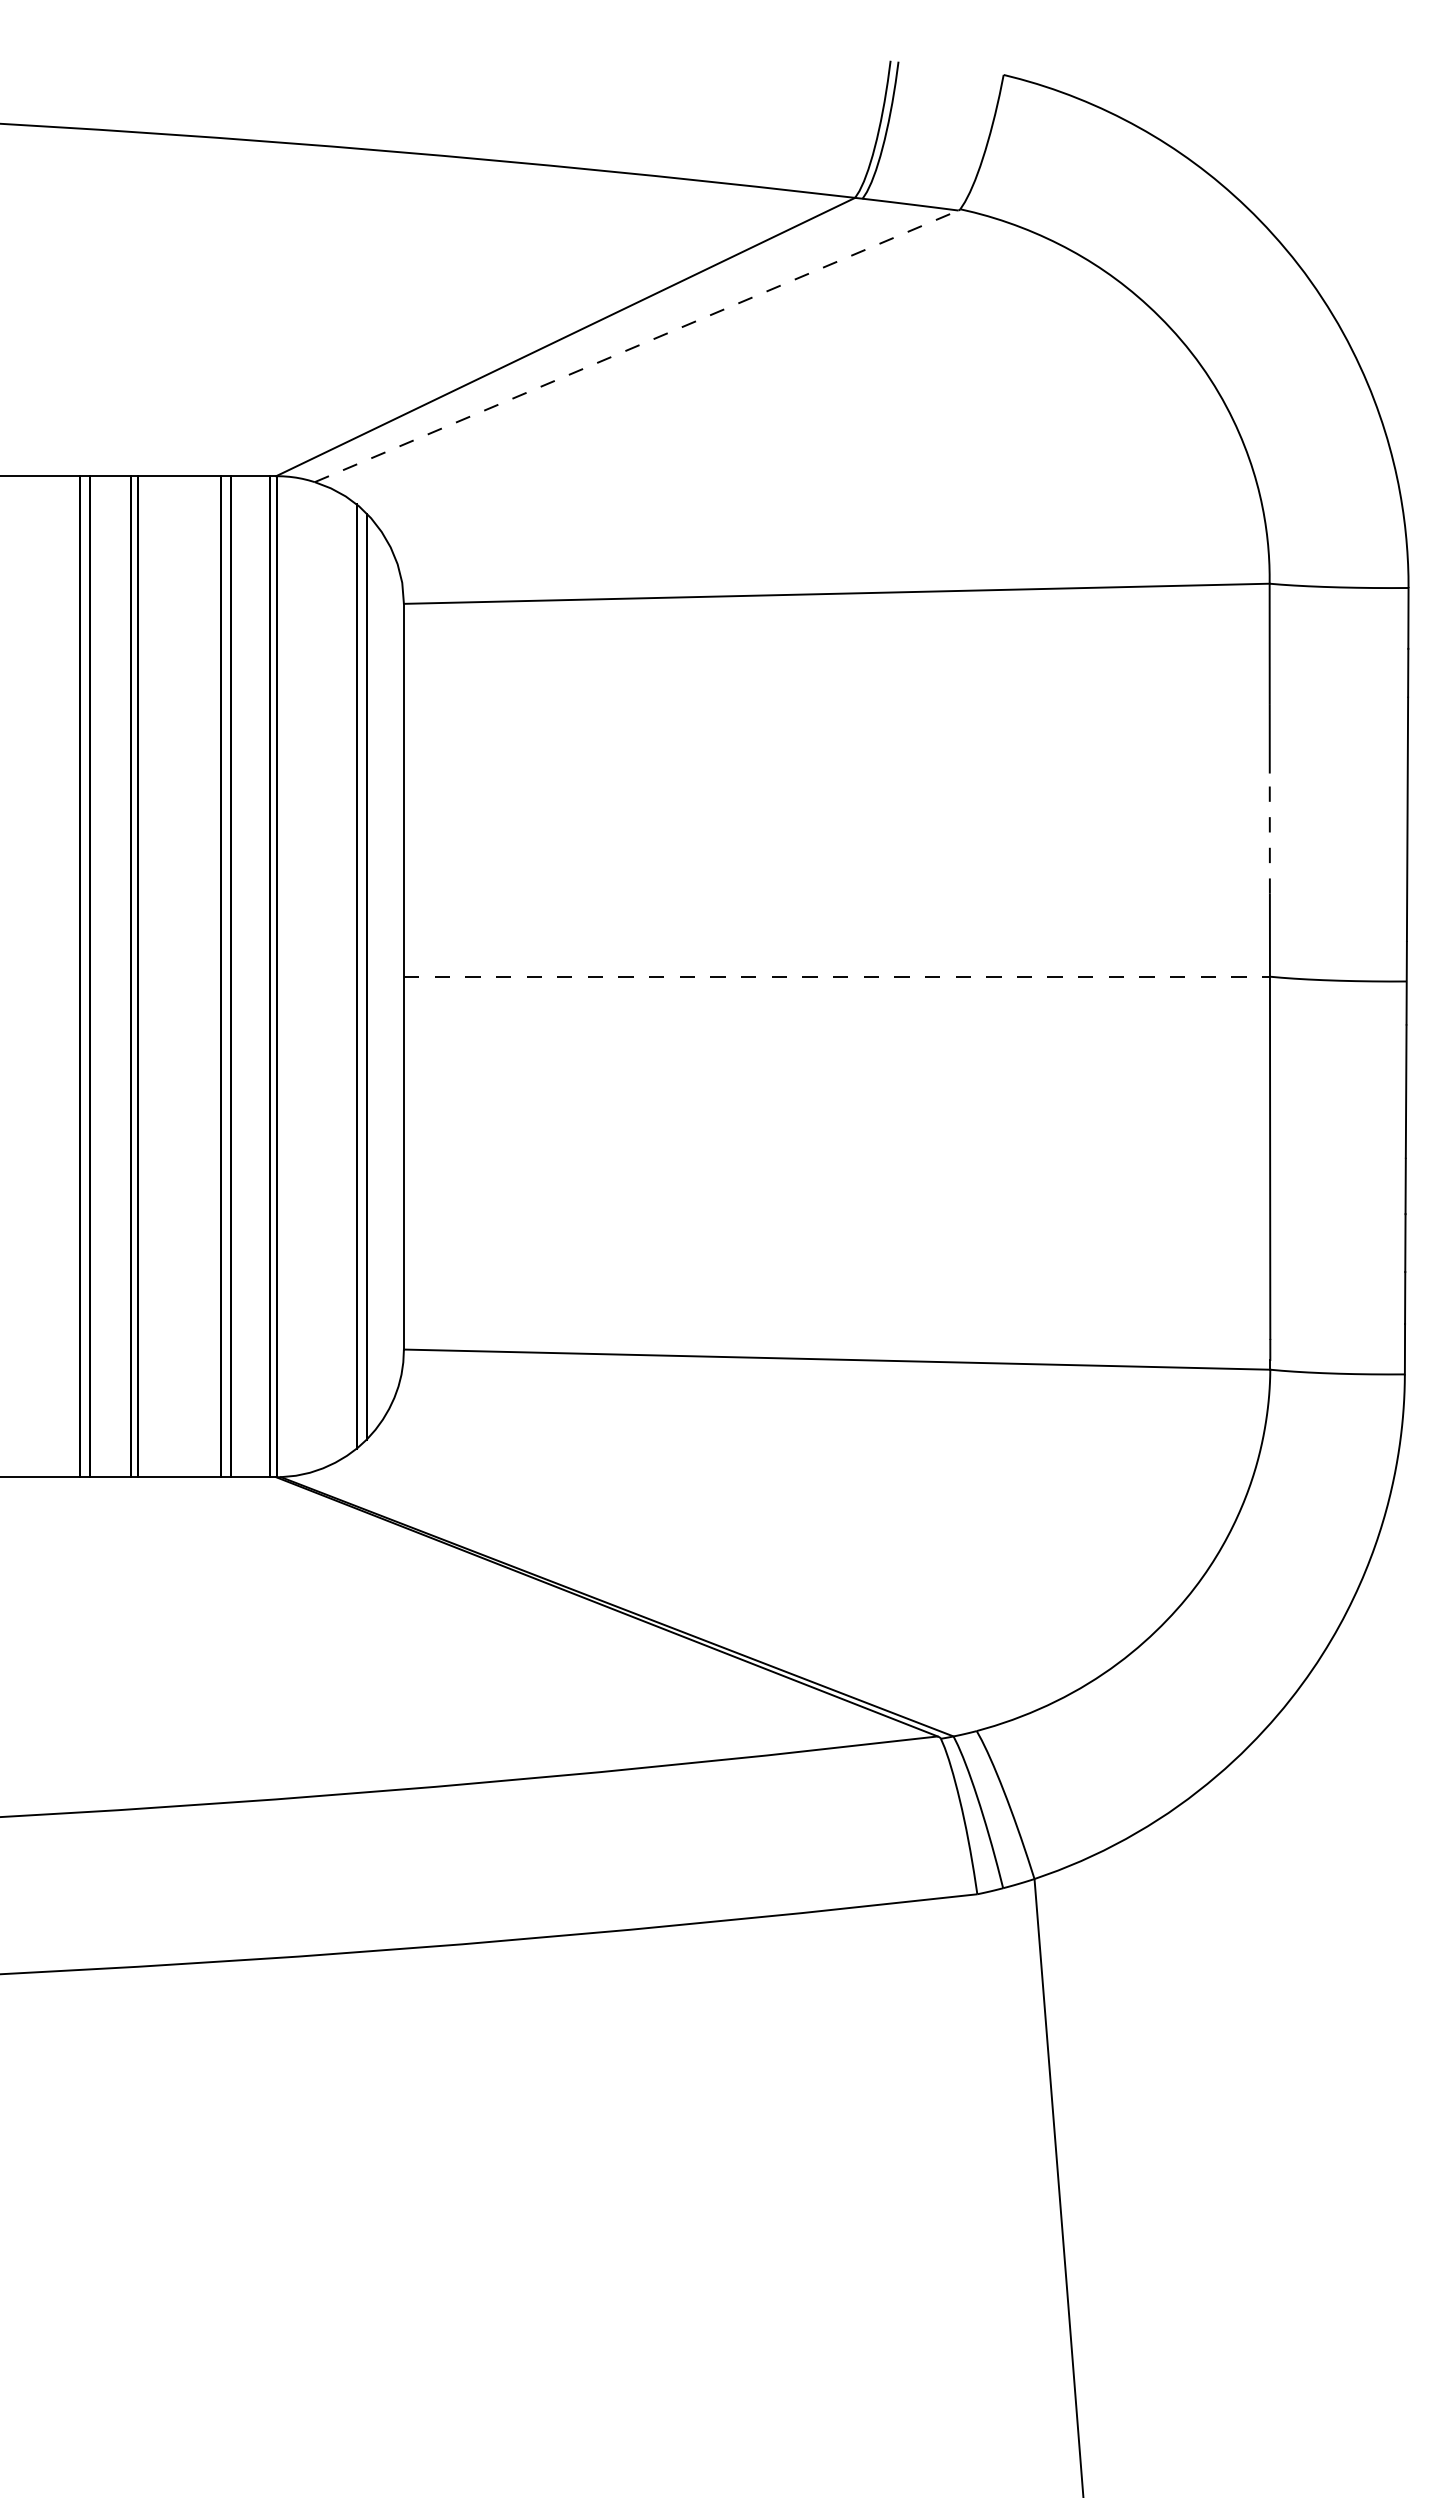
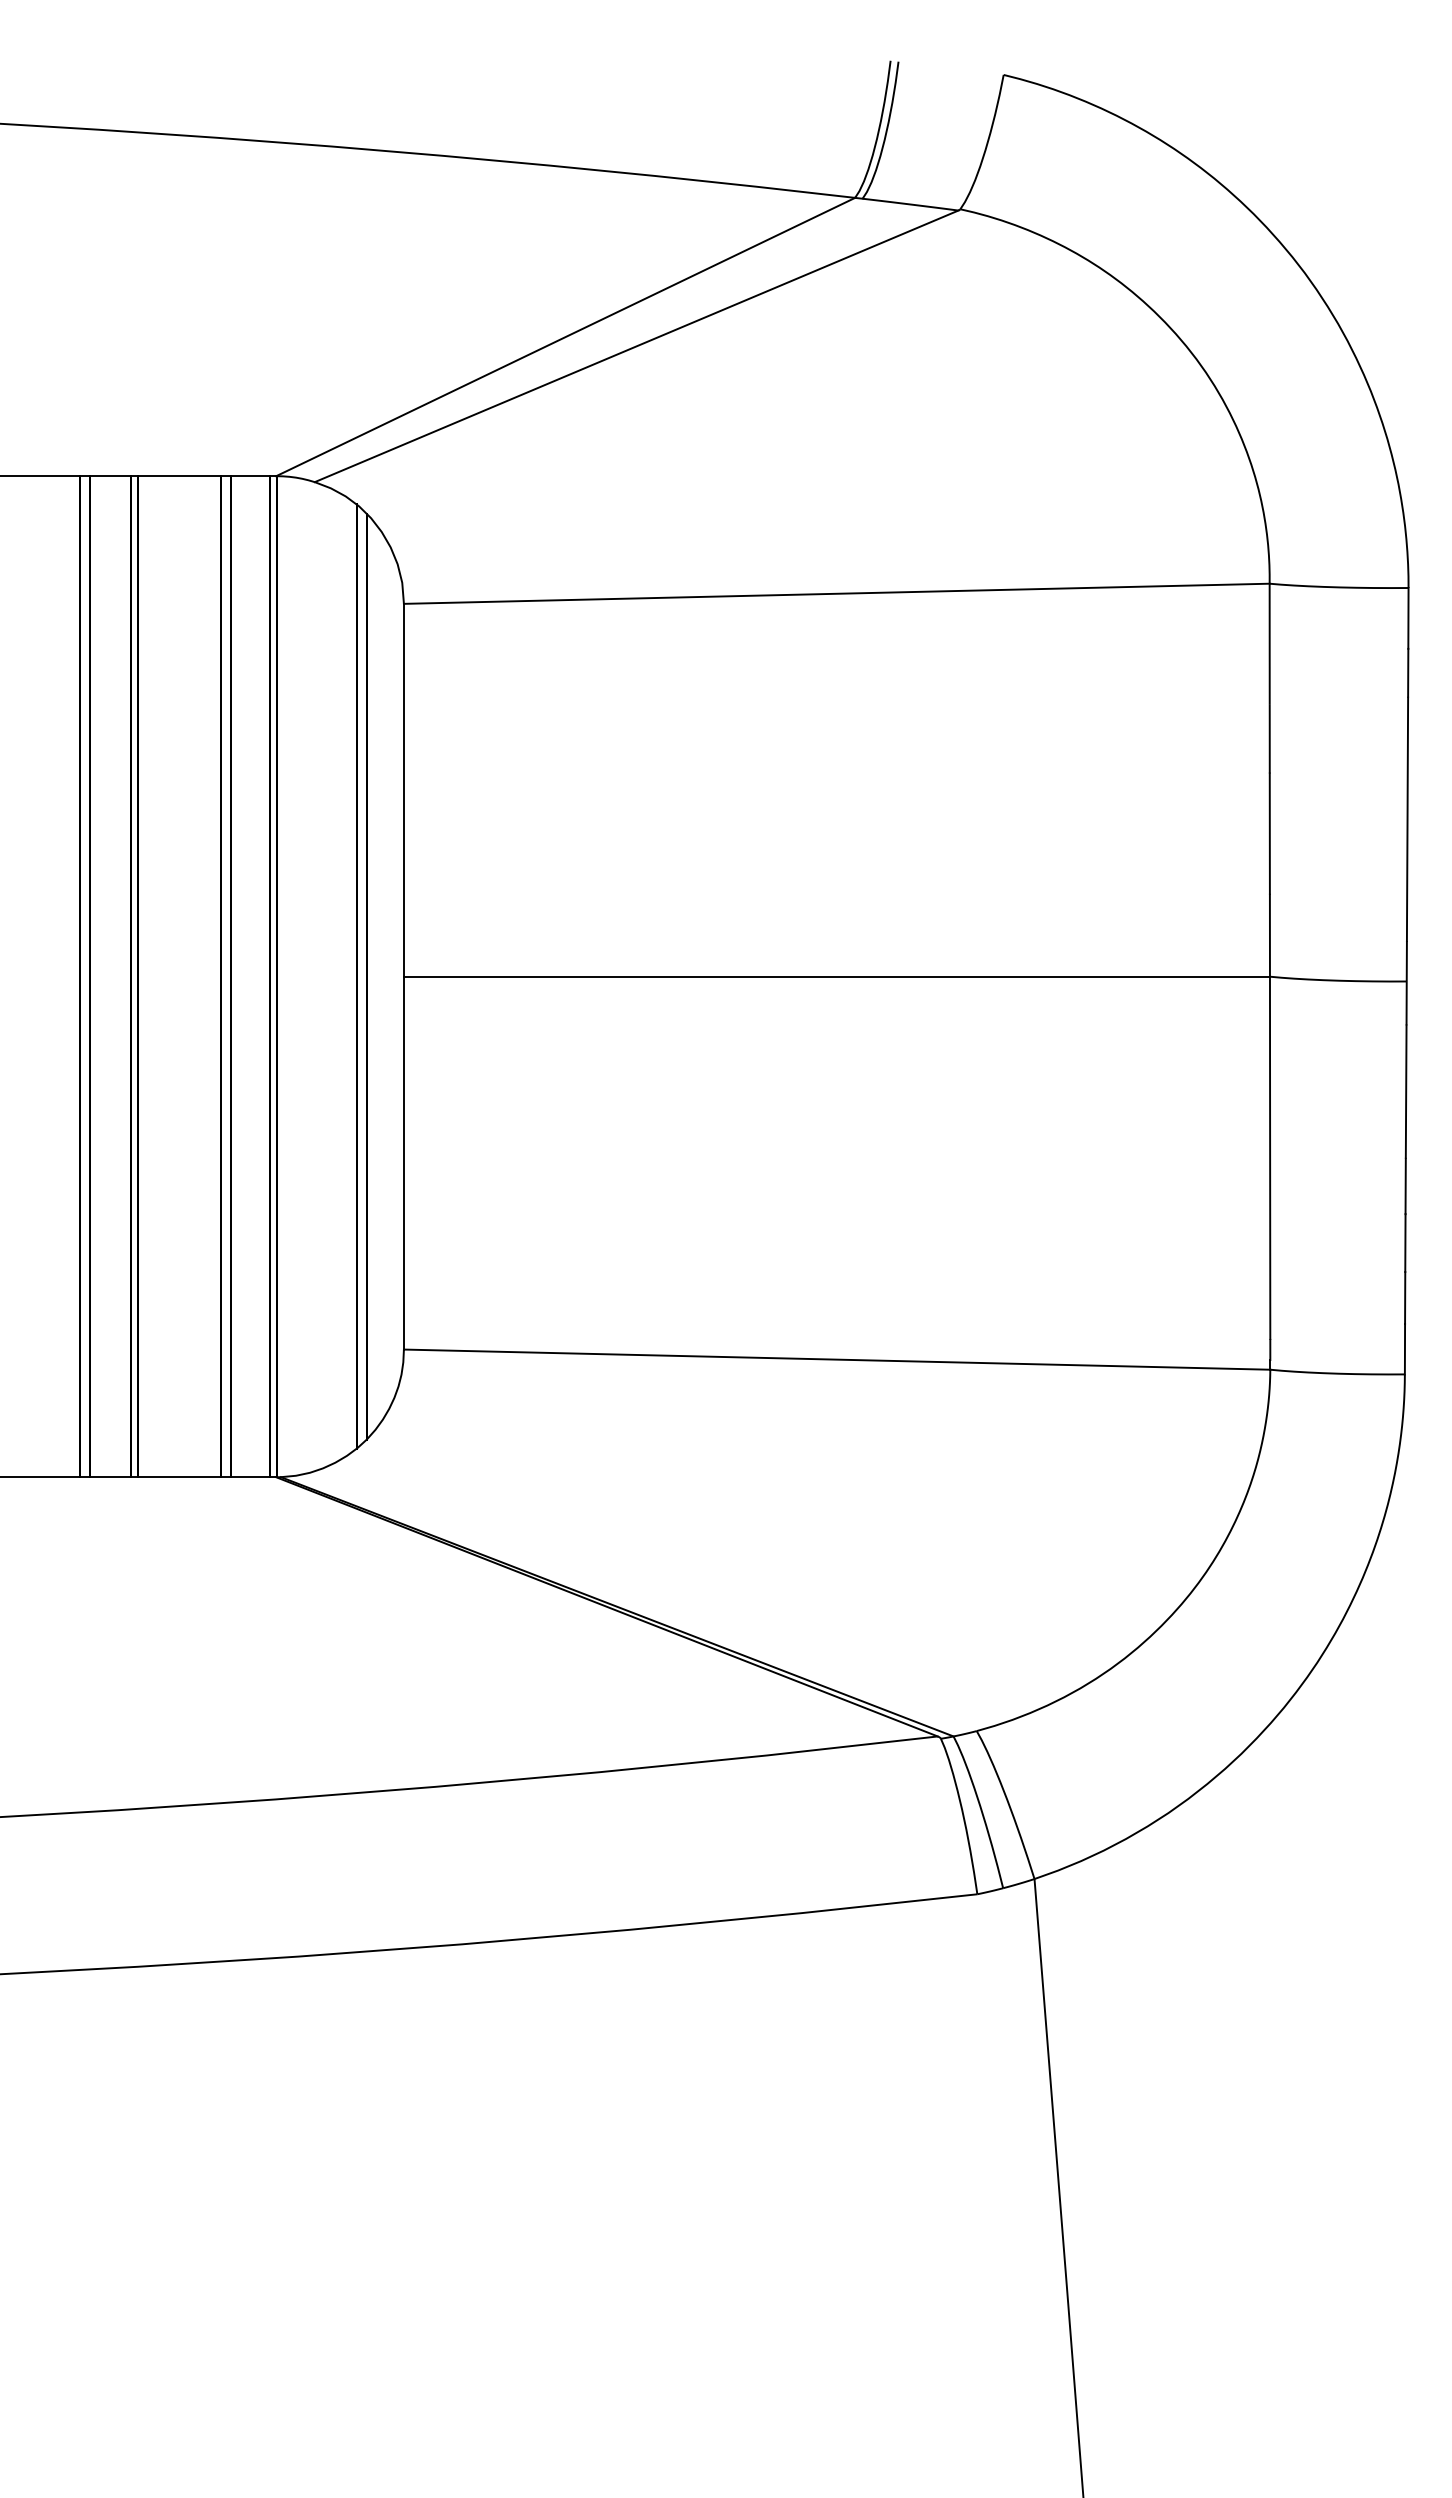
line at (637, 346): dashed -> solid
line at (1269, 833): dashed -> solid
line at (837, 976): dashed -> solid
